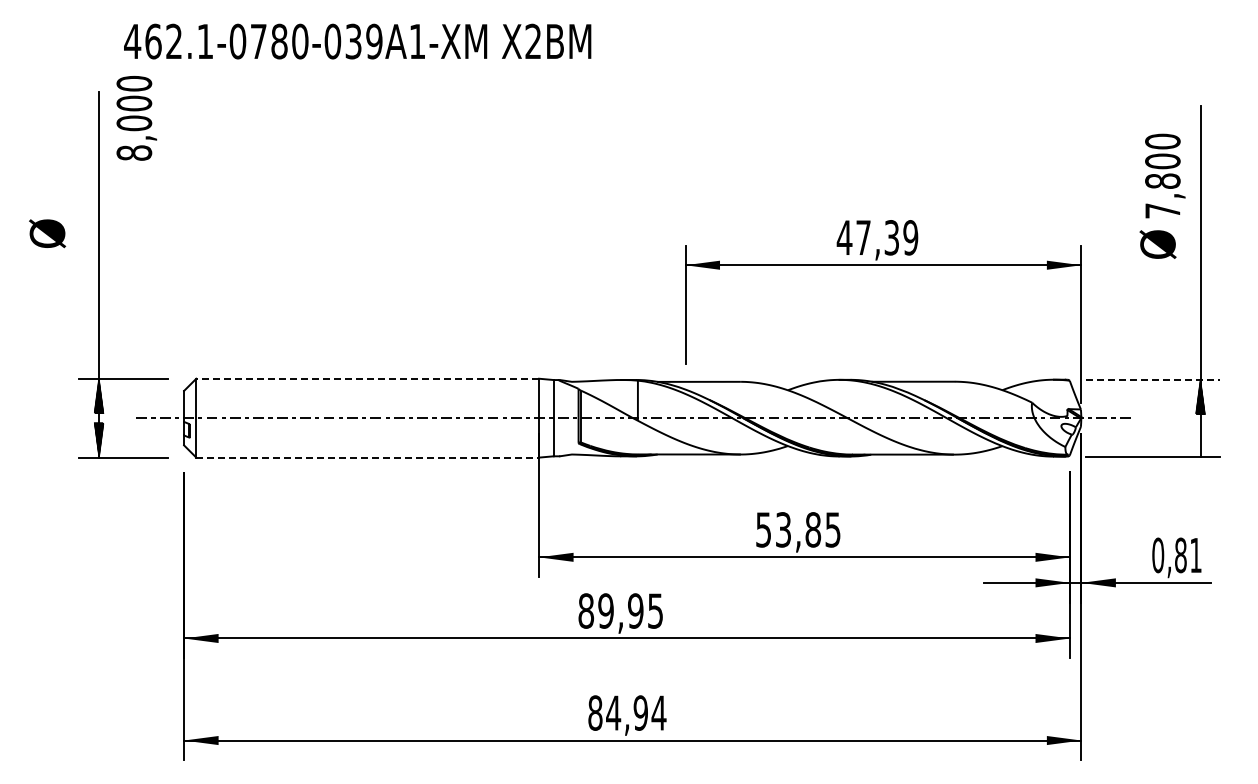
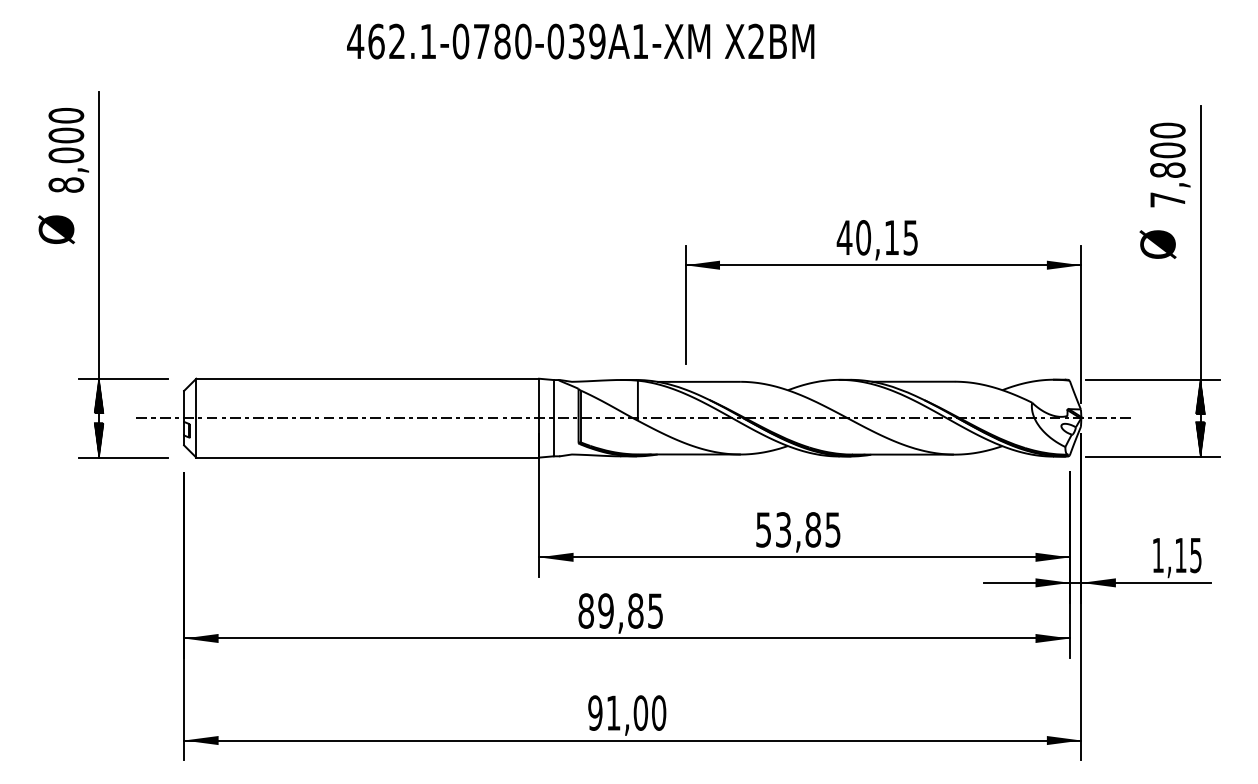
text at (357, 41) position: (357, 41) -> (580, 41)
text at (136, 118) position: (136, 118) -> (68, 150)
text at (1165, 175) position: (1165, 175) -> (1170, 164)
text at (47, 233) position: (47, 233) -> (56, 229)
text at (887, 237): 47,39 -> 40,15
line at (367, 378): dashed -> solid
line at (1153, 379): dashed -> solid
hatch at (1200, 439): none -> present
line at (368, 457): dashed -> solid
text at (1176, 555): 0,81 -> 1,15
text at (635, 610): 89,95 -> 89,85
text at (627, 712): 84,94 -> 91,00
